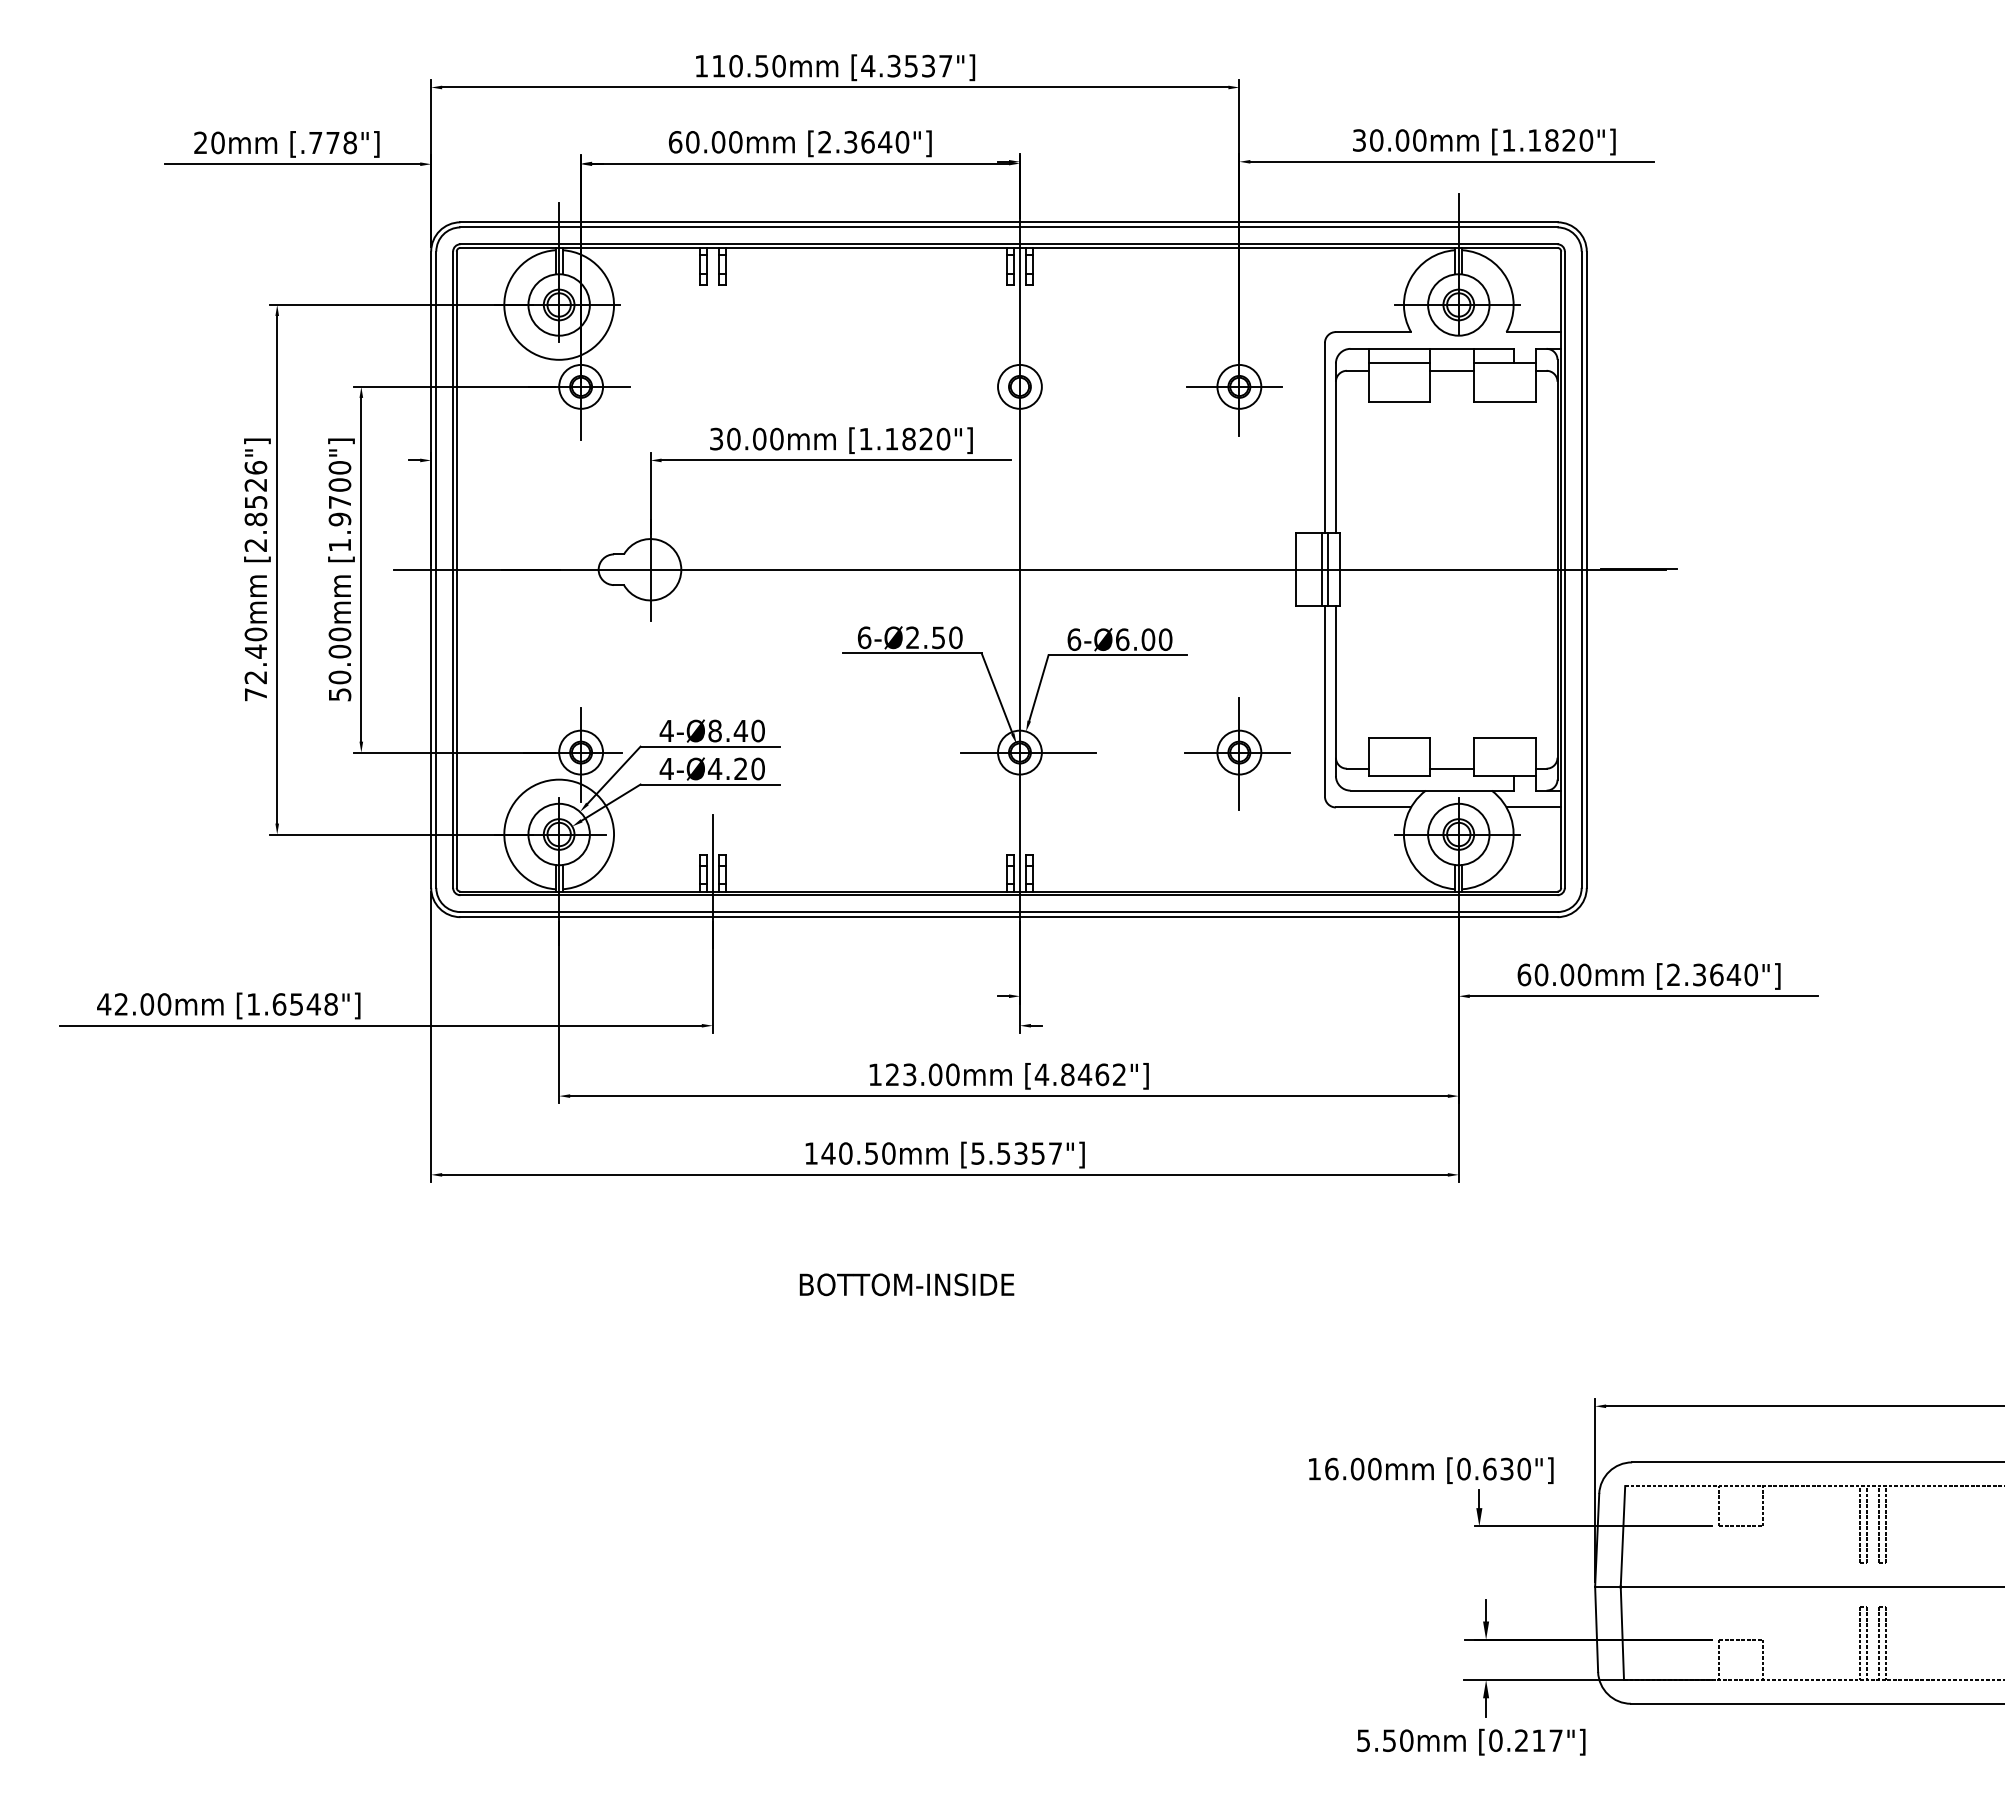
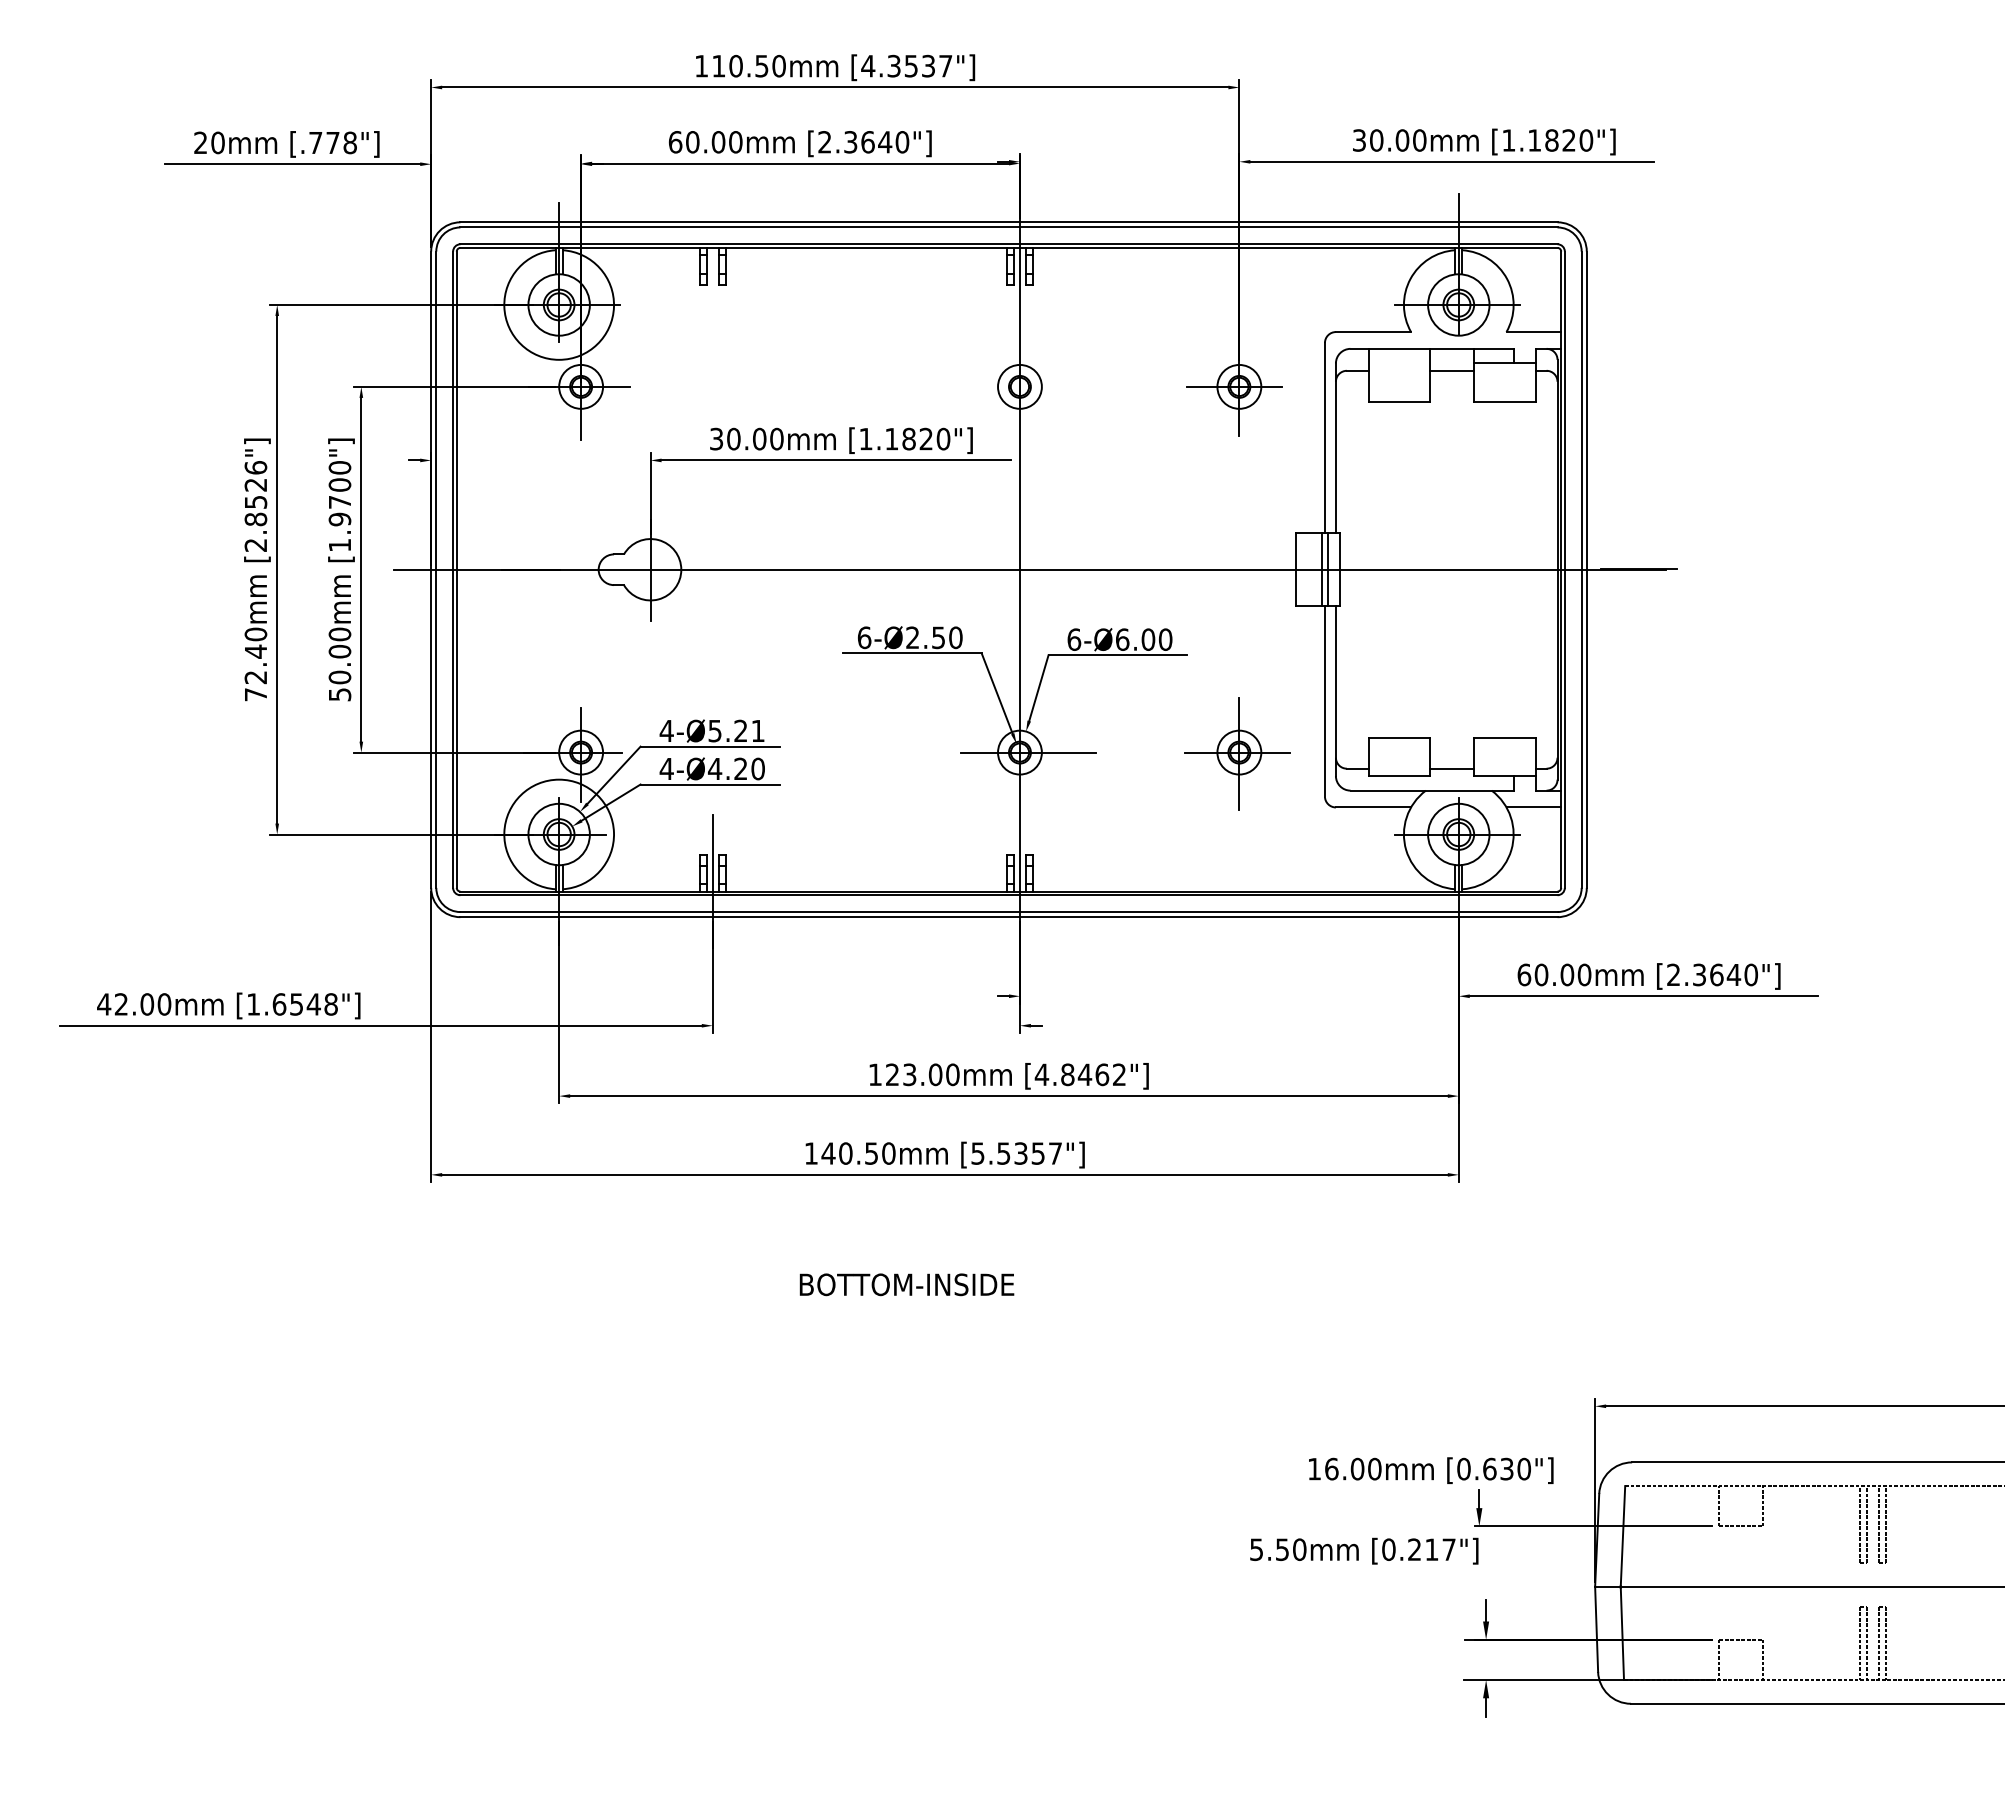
line at (1399, 363): present -> none
text at (736, 730): 4-Ø8.40 -> 4-Ø5.21
text at (1471, 1741) position: (1471, 1741) -> (1364, 1550)
